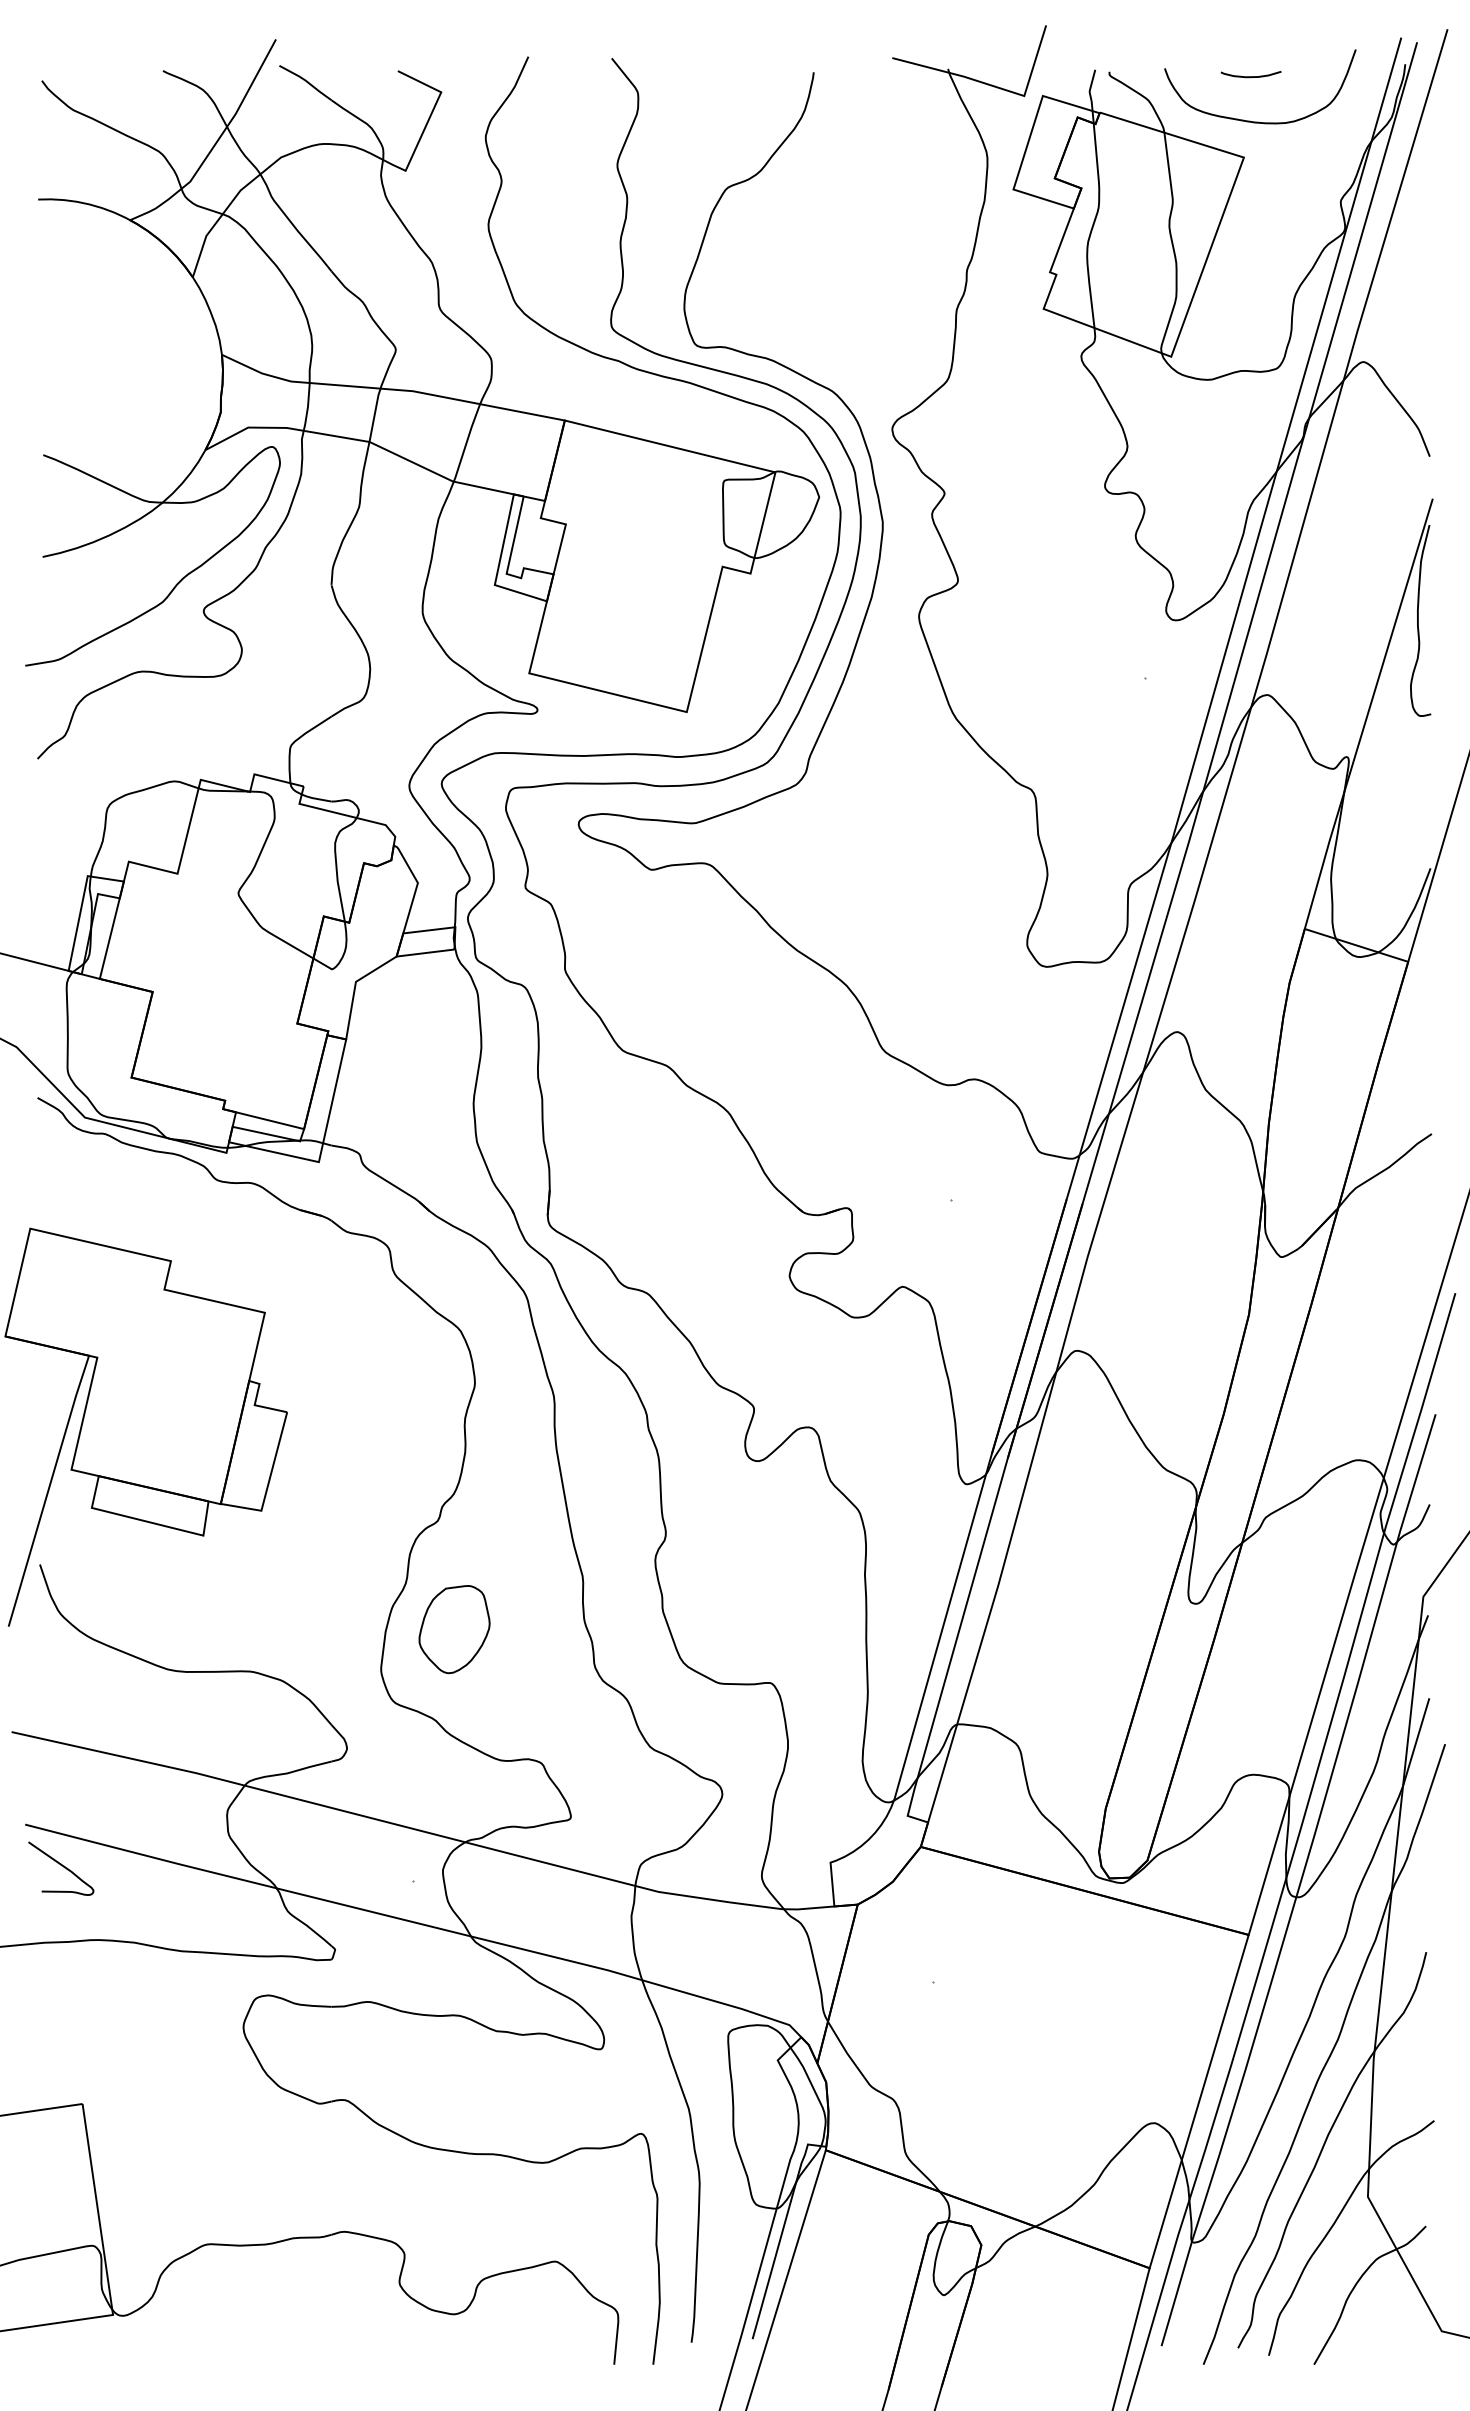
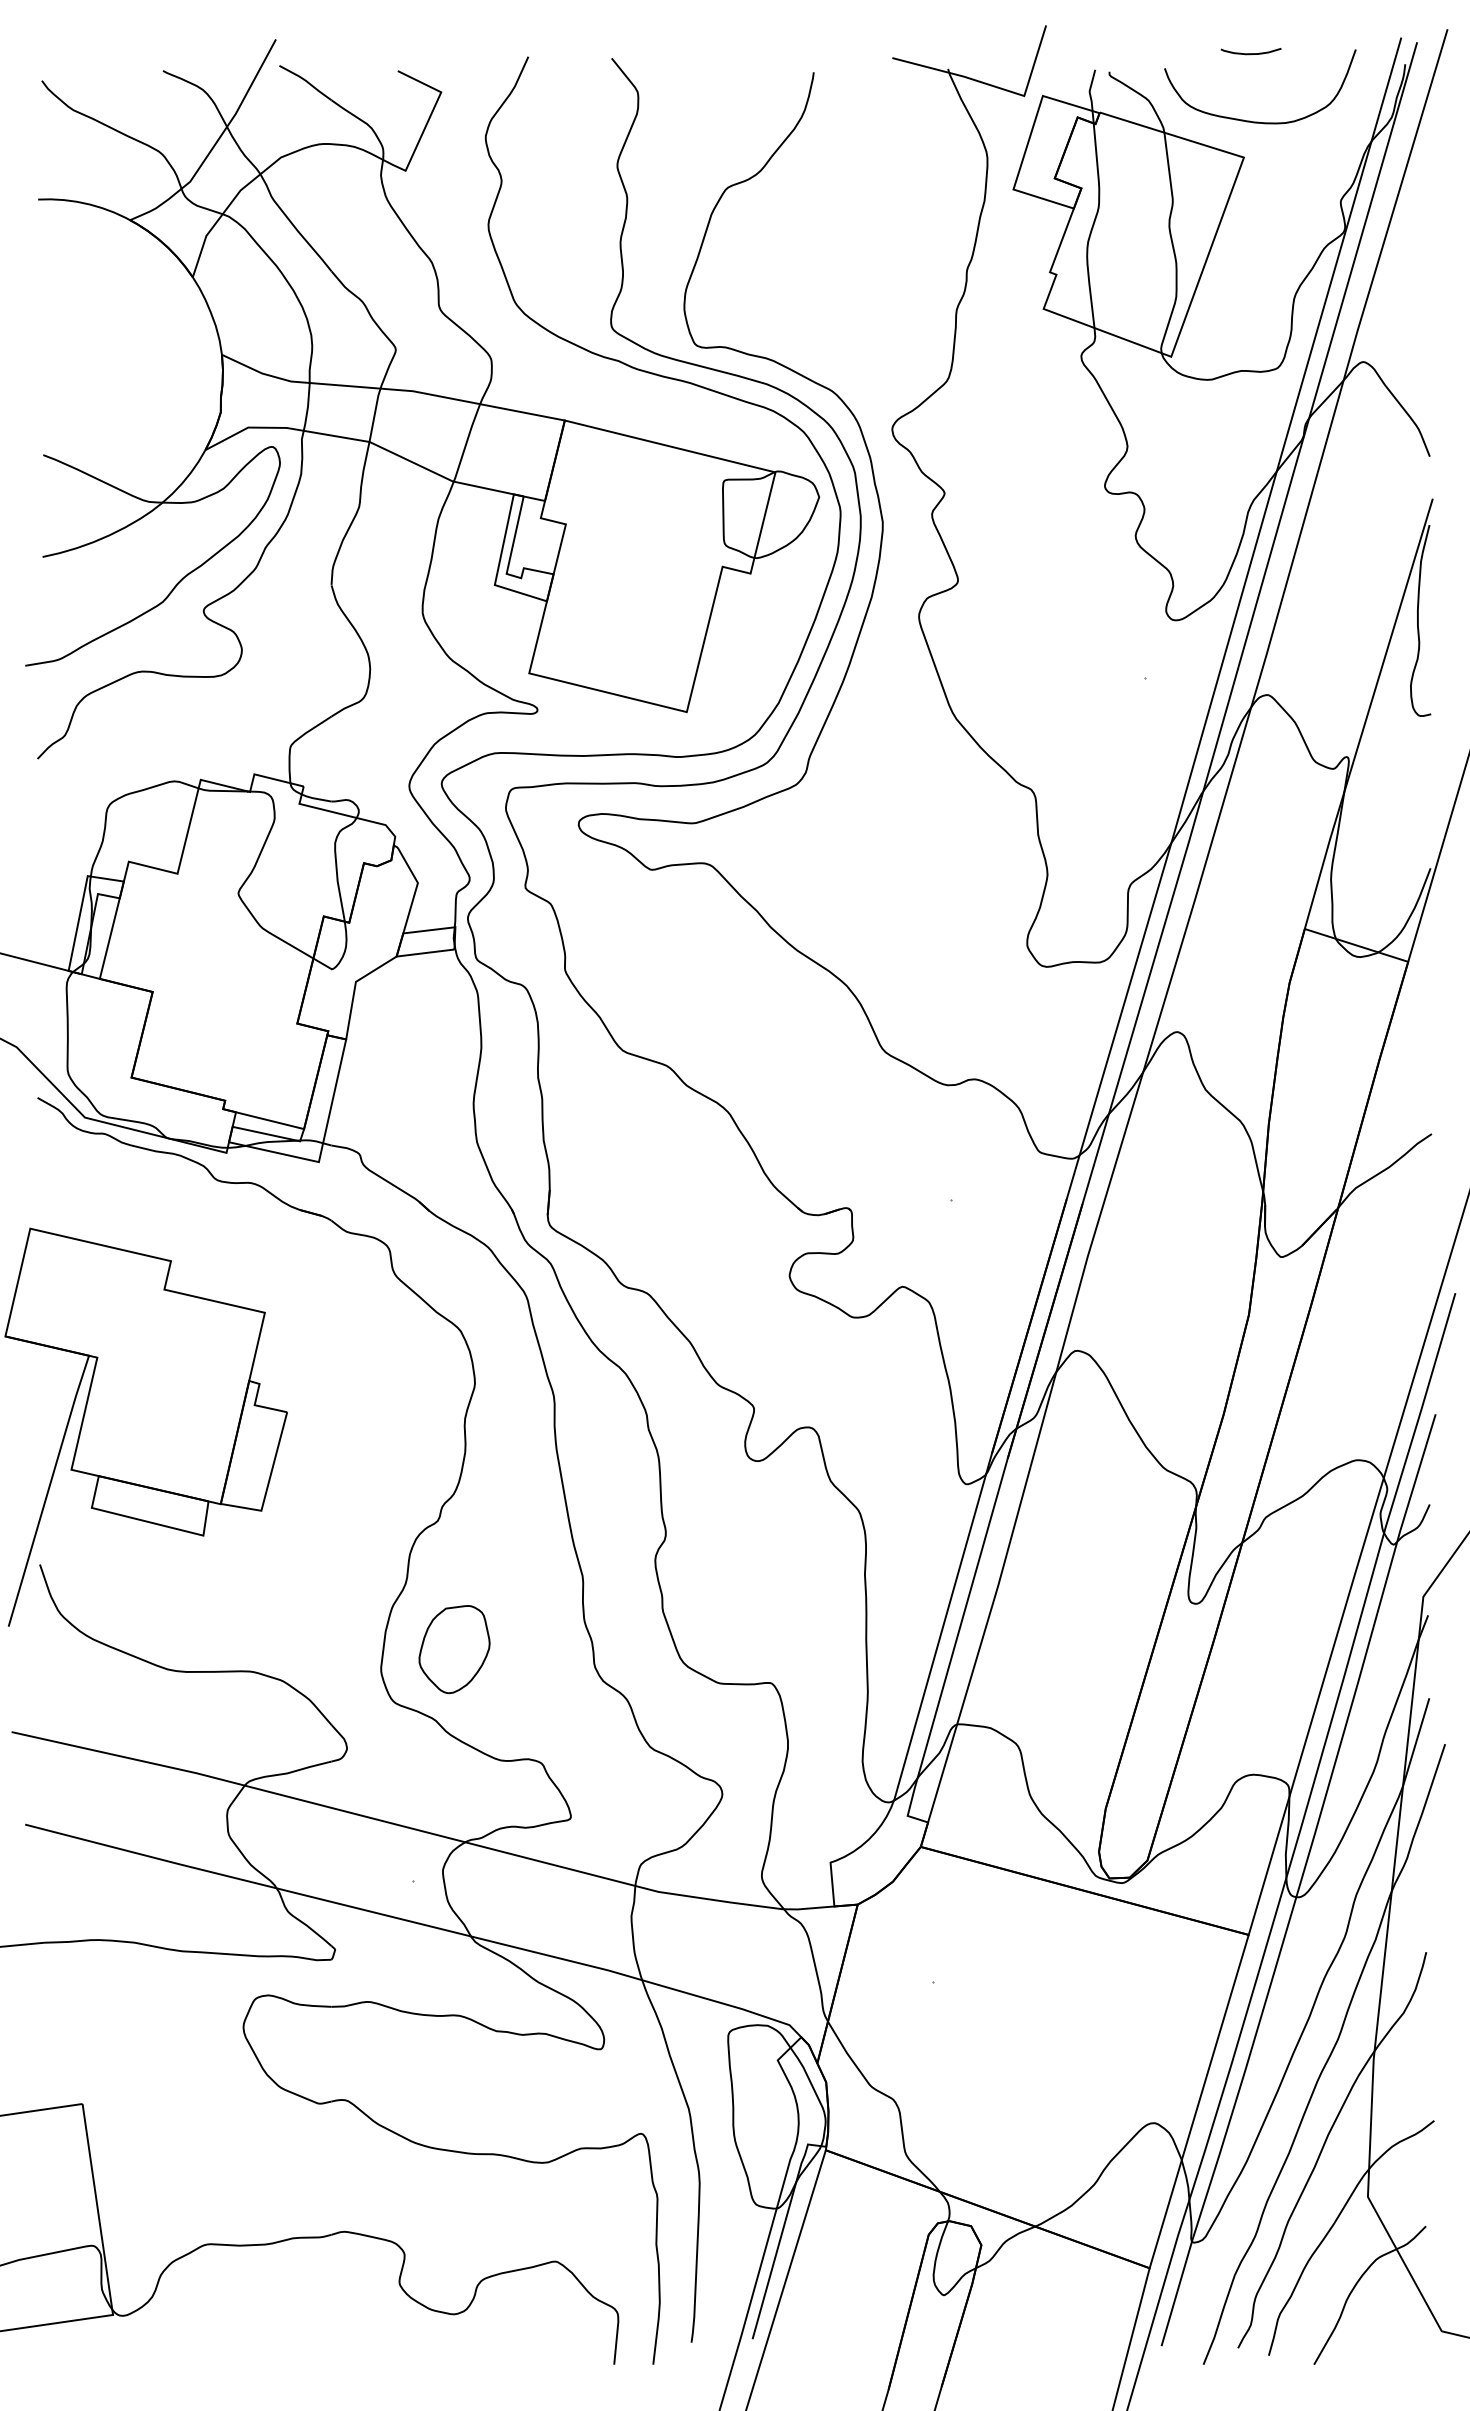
curve at (1250, 76) position: (1250, 76) -> (1250, 53)
part at (454, 1629) position: (454, 1629) -> (454, 1649)
curve at (61, 1866): present -> none
